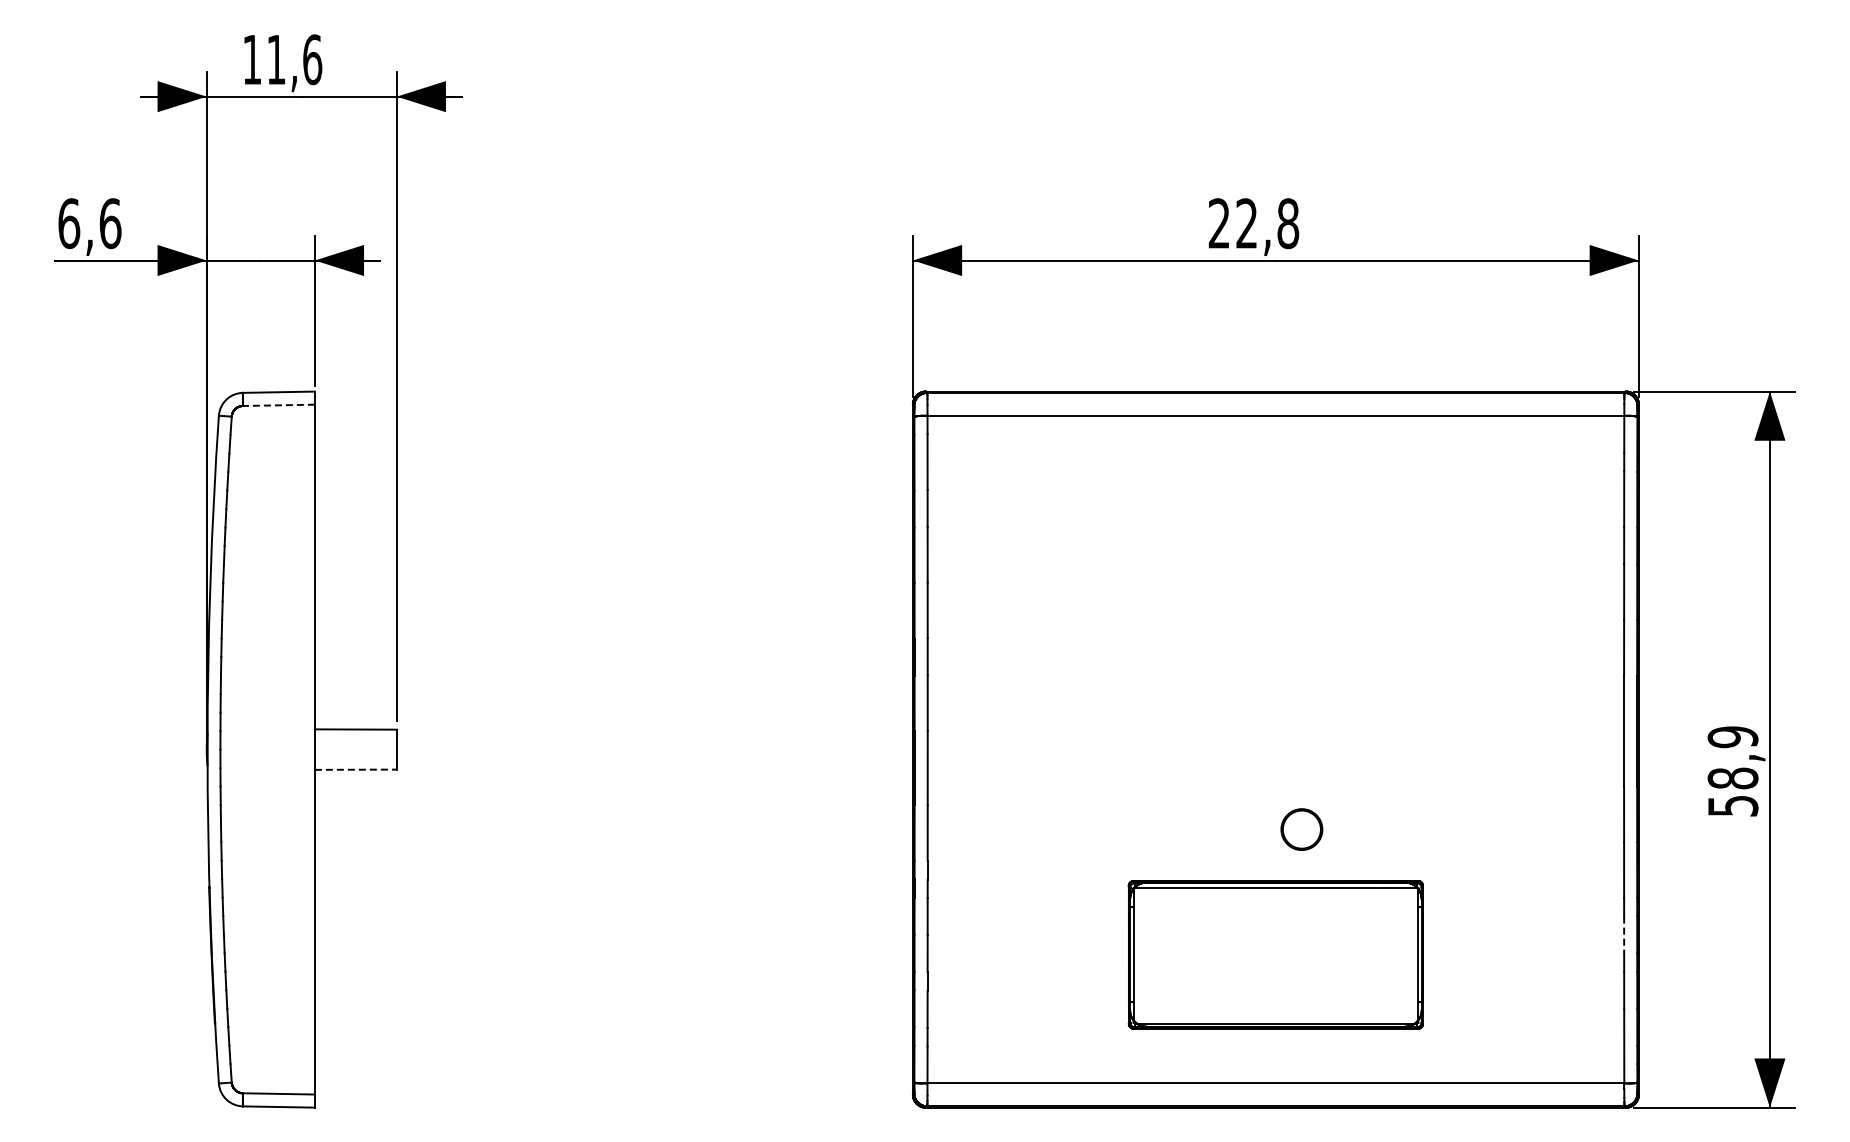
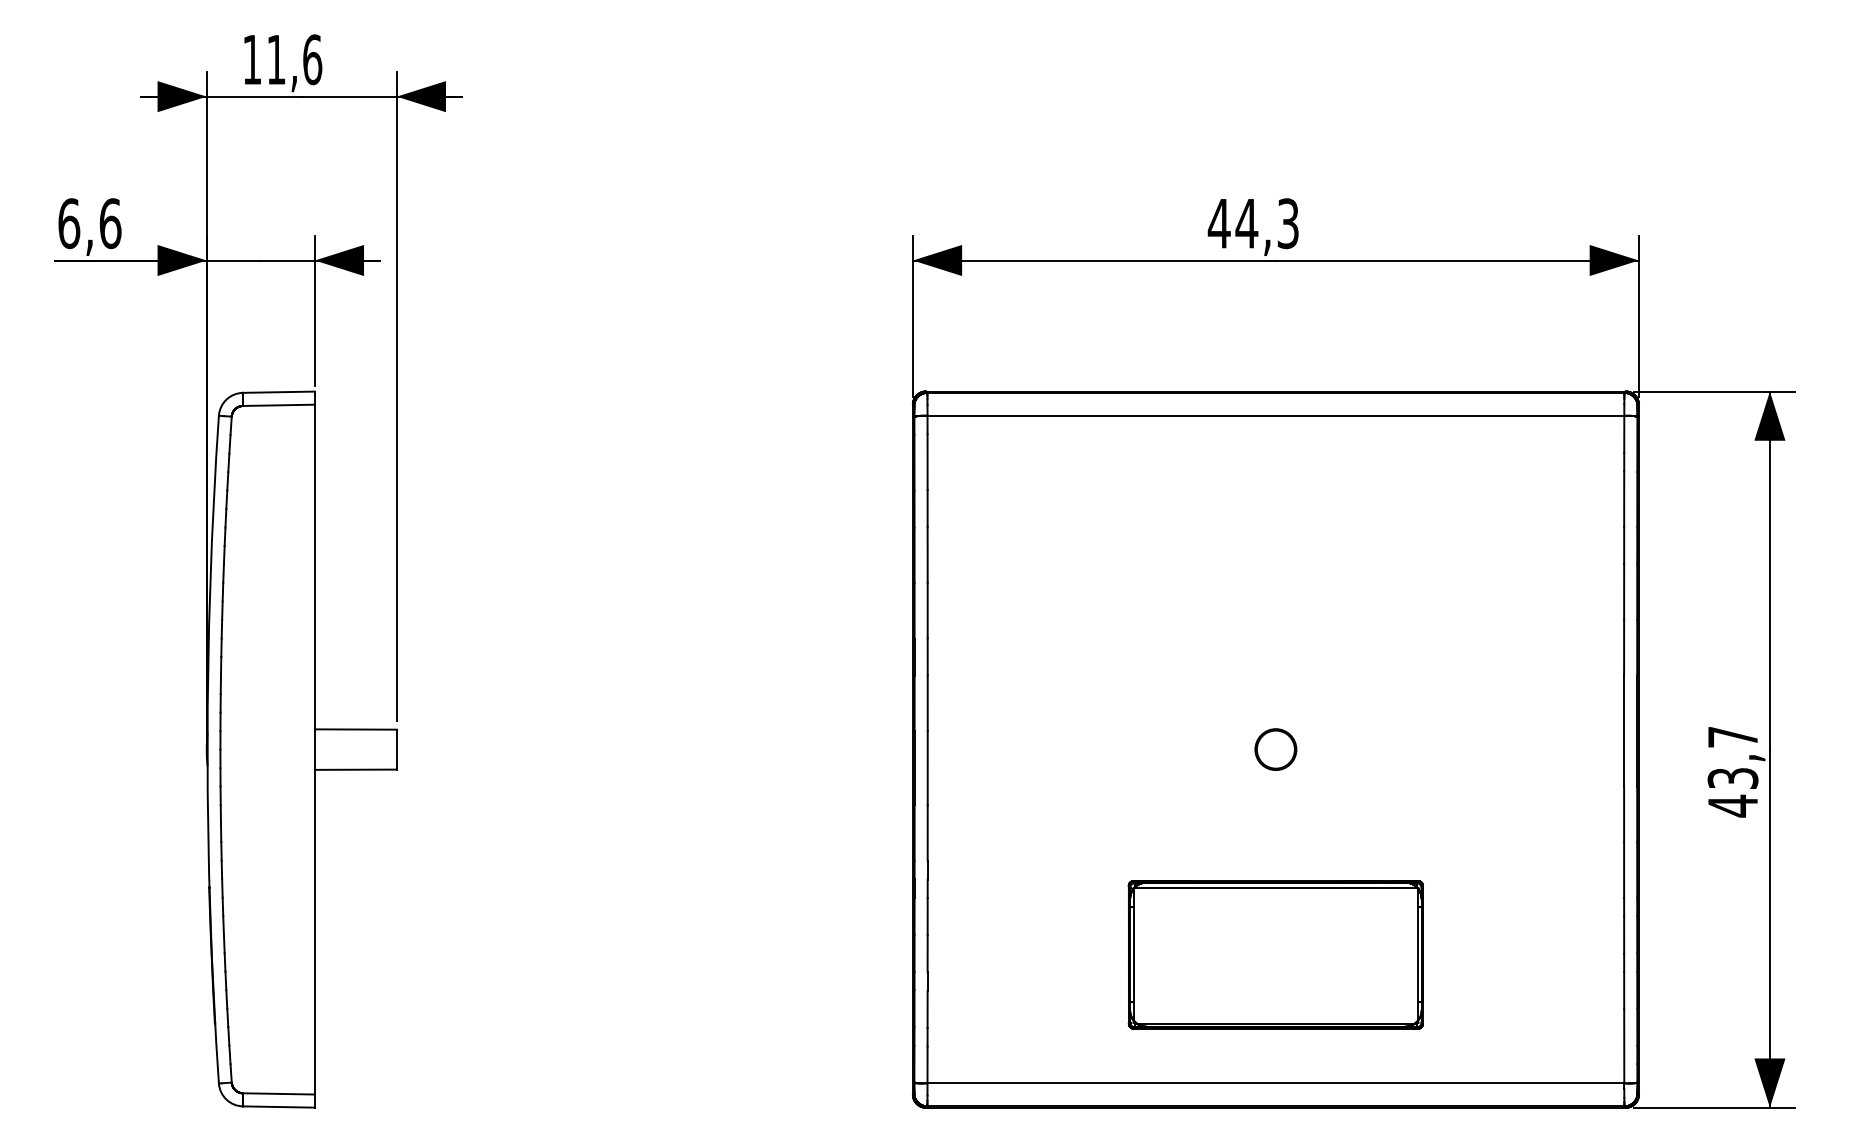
text at (1253, 223): 22,8 -> 44,3
line at (278, 405): dashed -> solid
line at (355, 769): dashed -> solid
text at (1732, 771): 58,9 -> 43,7
part at (1301, 829) position: (1301, 829) -> (1275, 749)
line at (1624, 935): dashed -> solid
